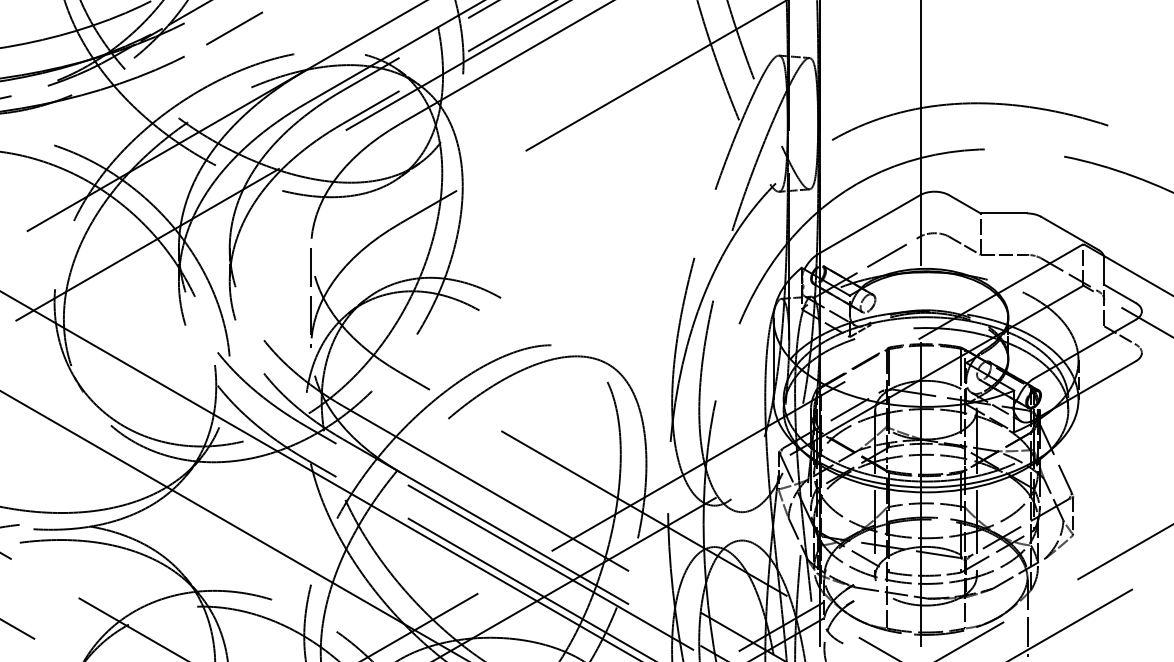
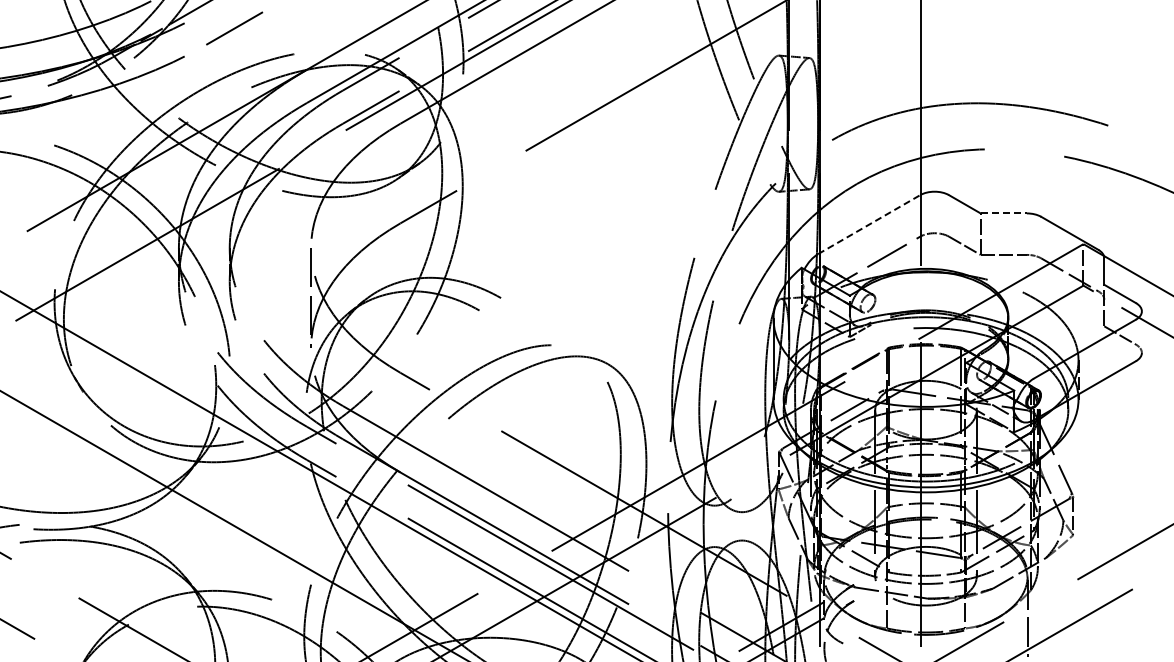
line at (1004, 213): solid -> dashed
line at (869, 224): solid -> dashed
